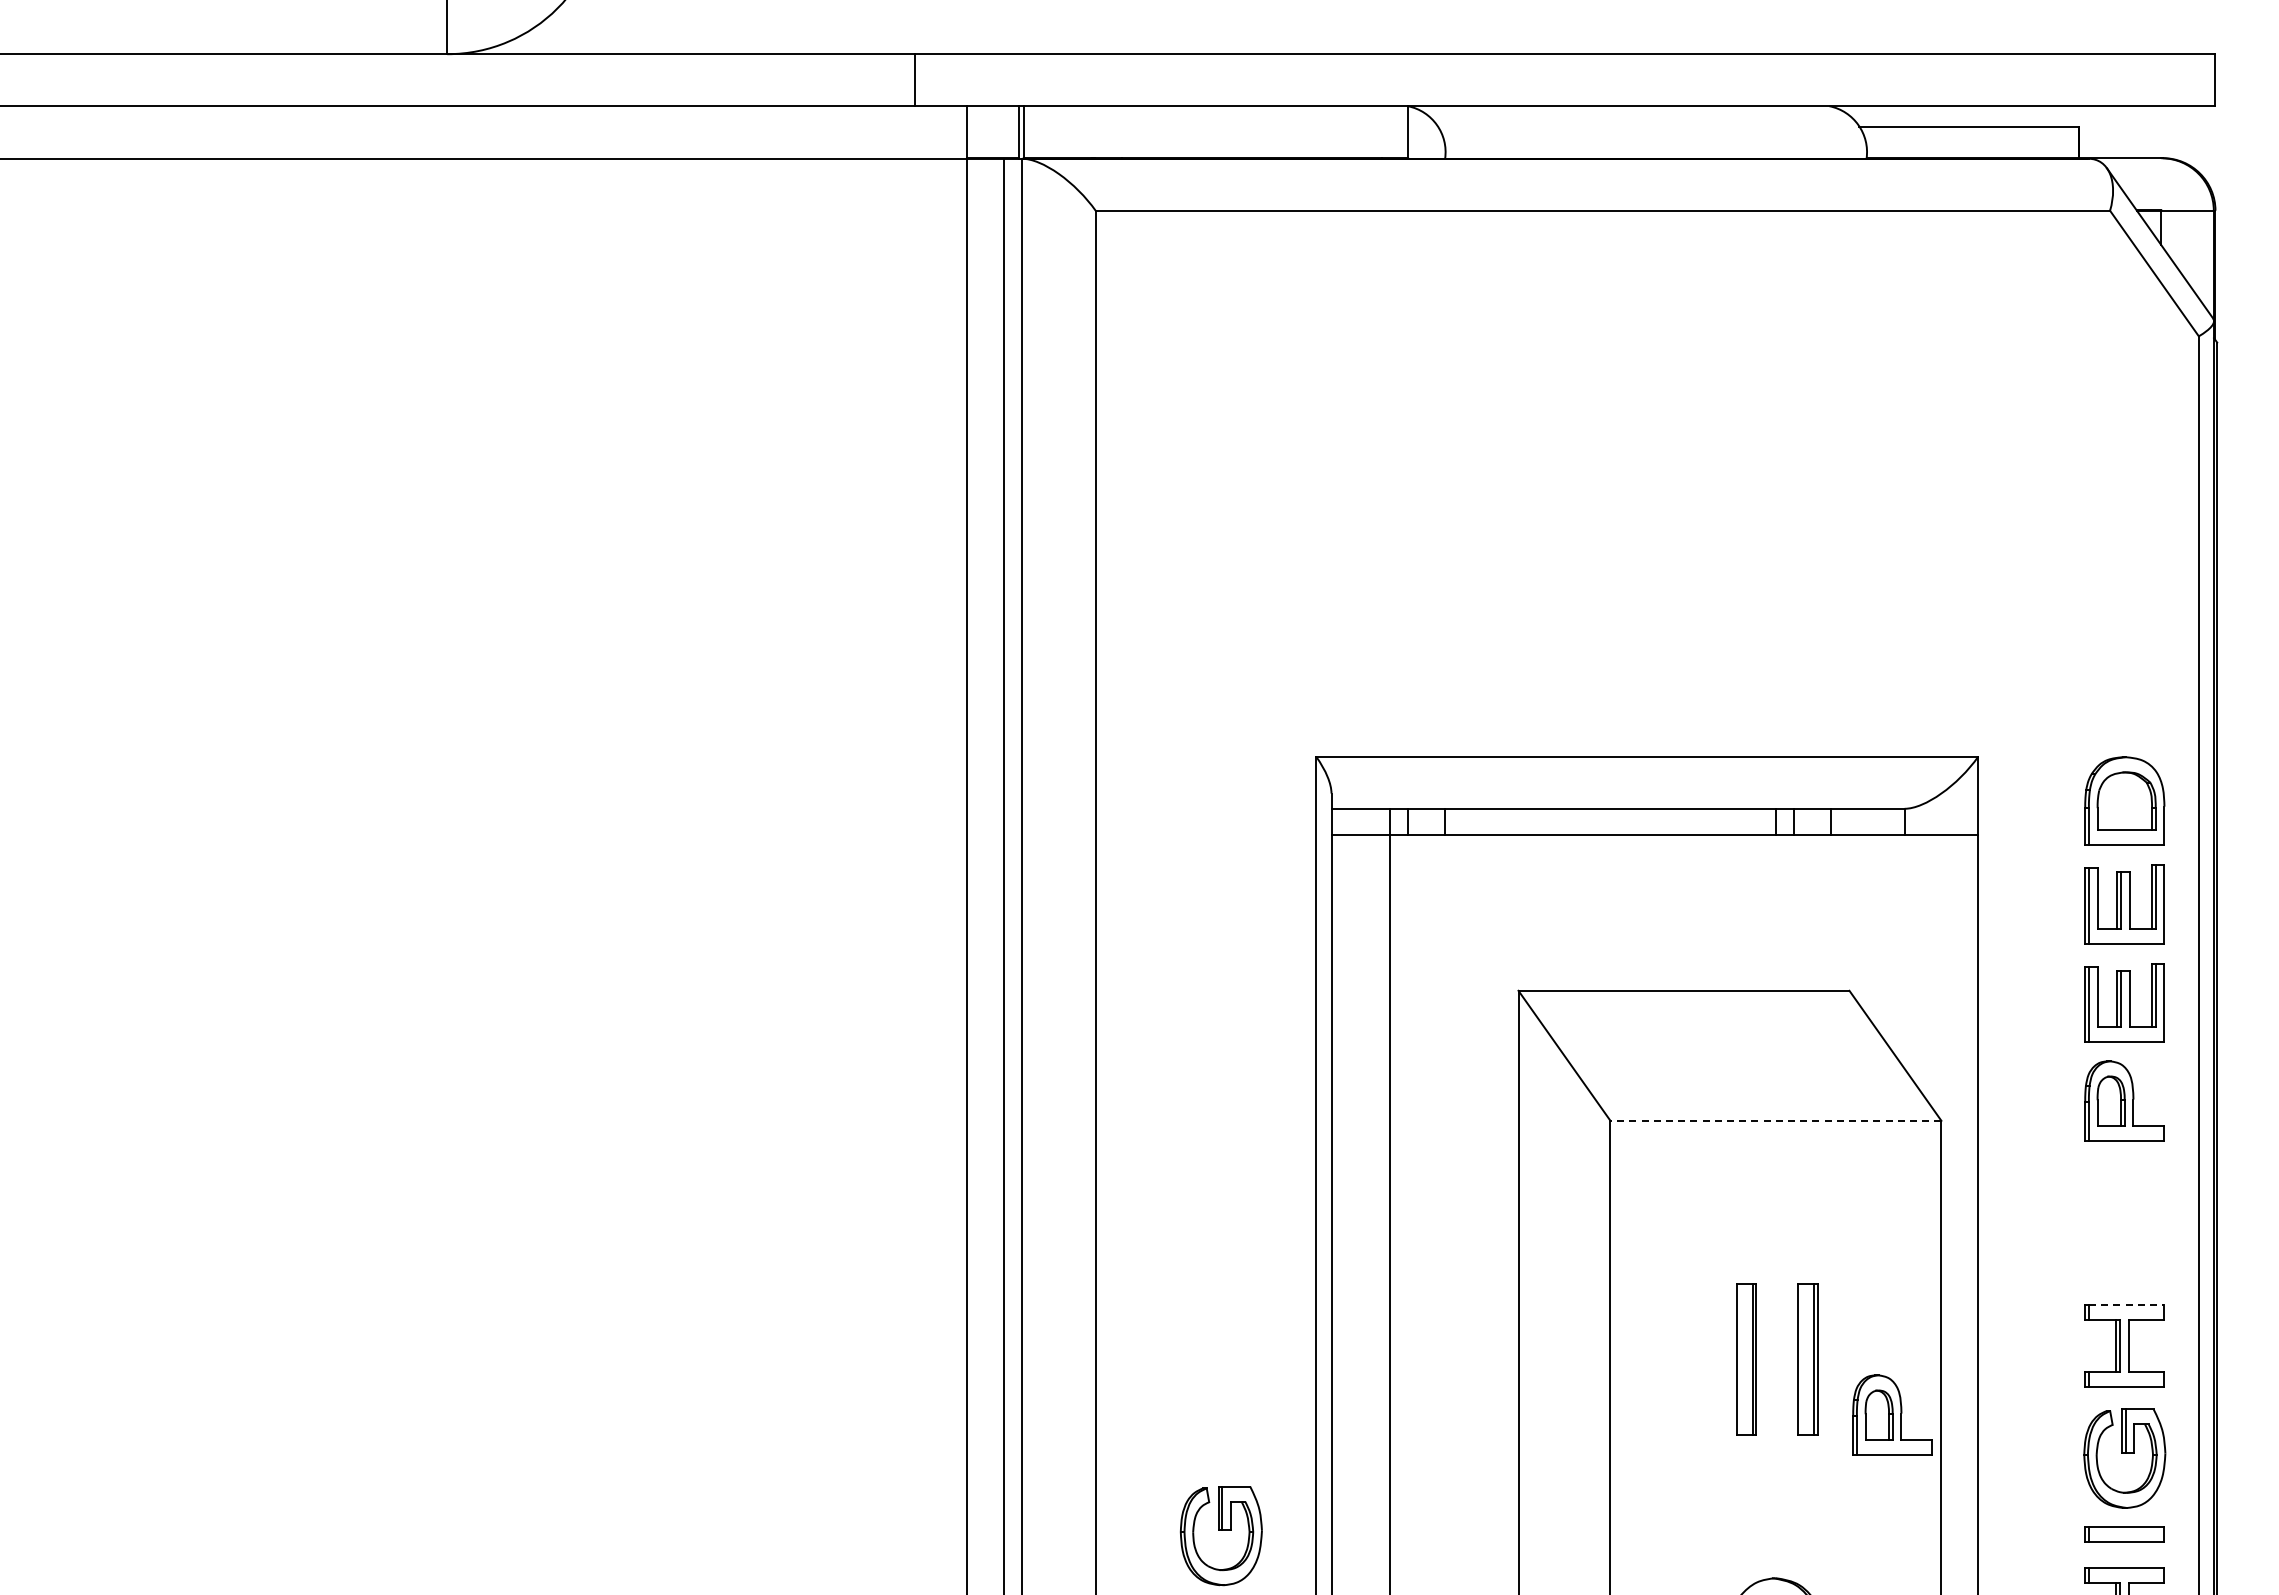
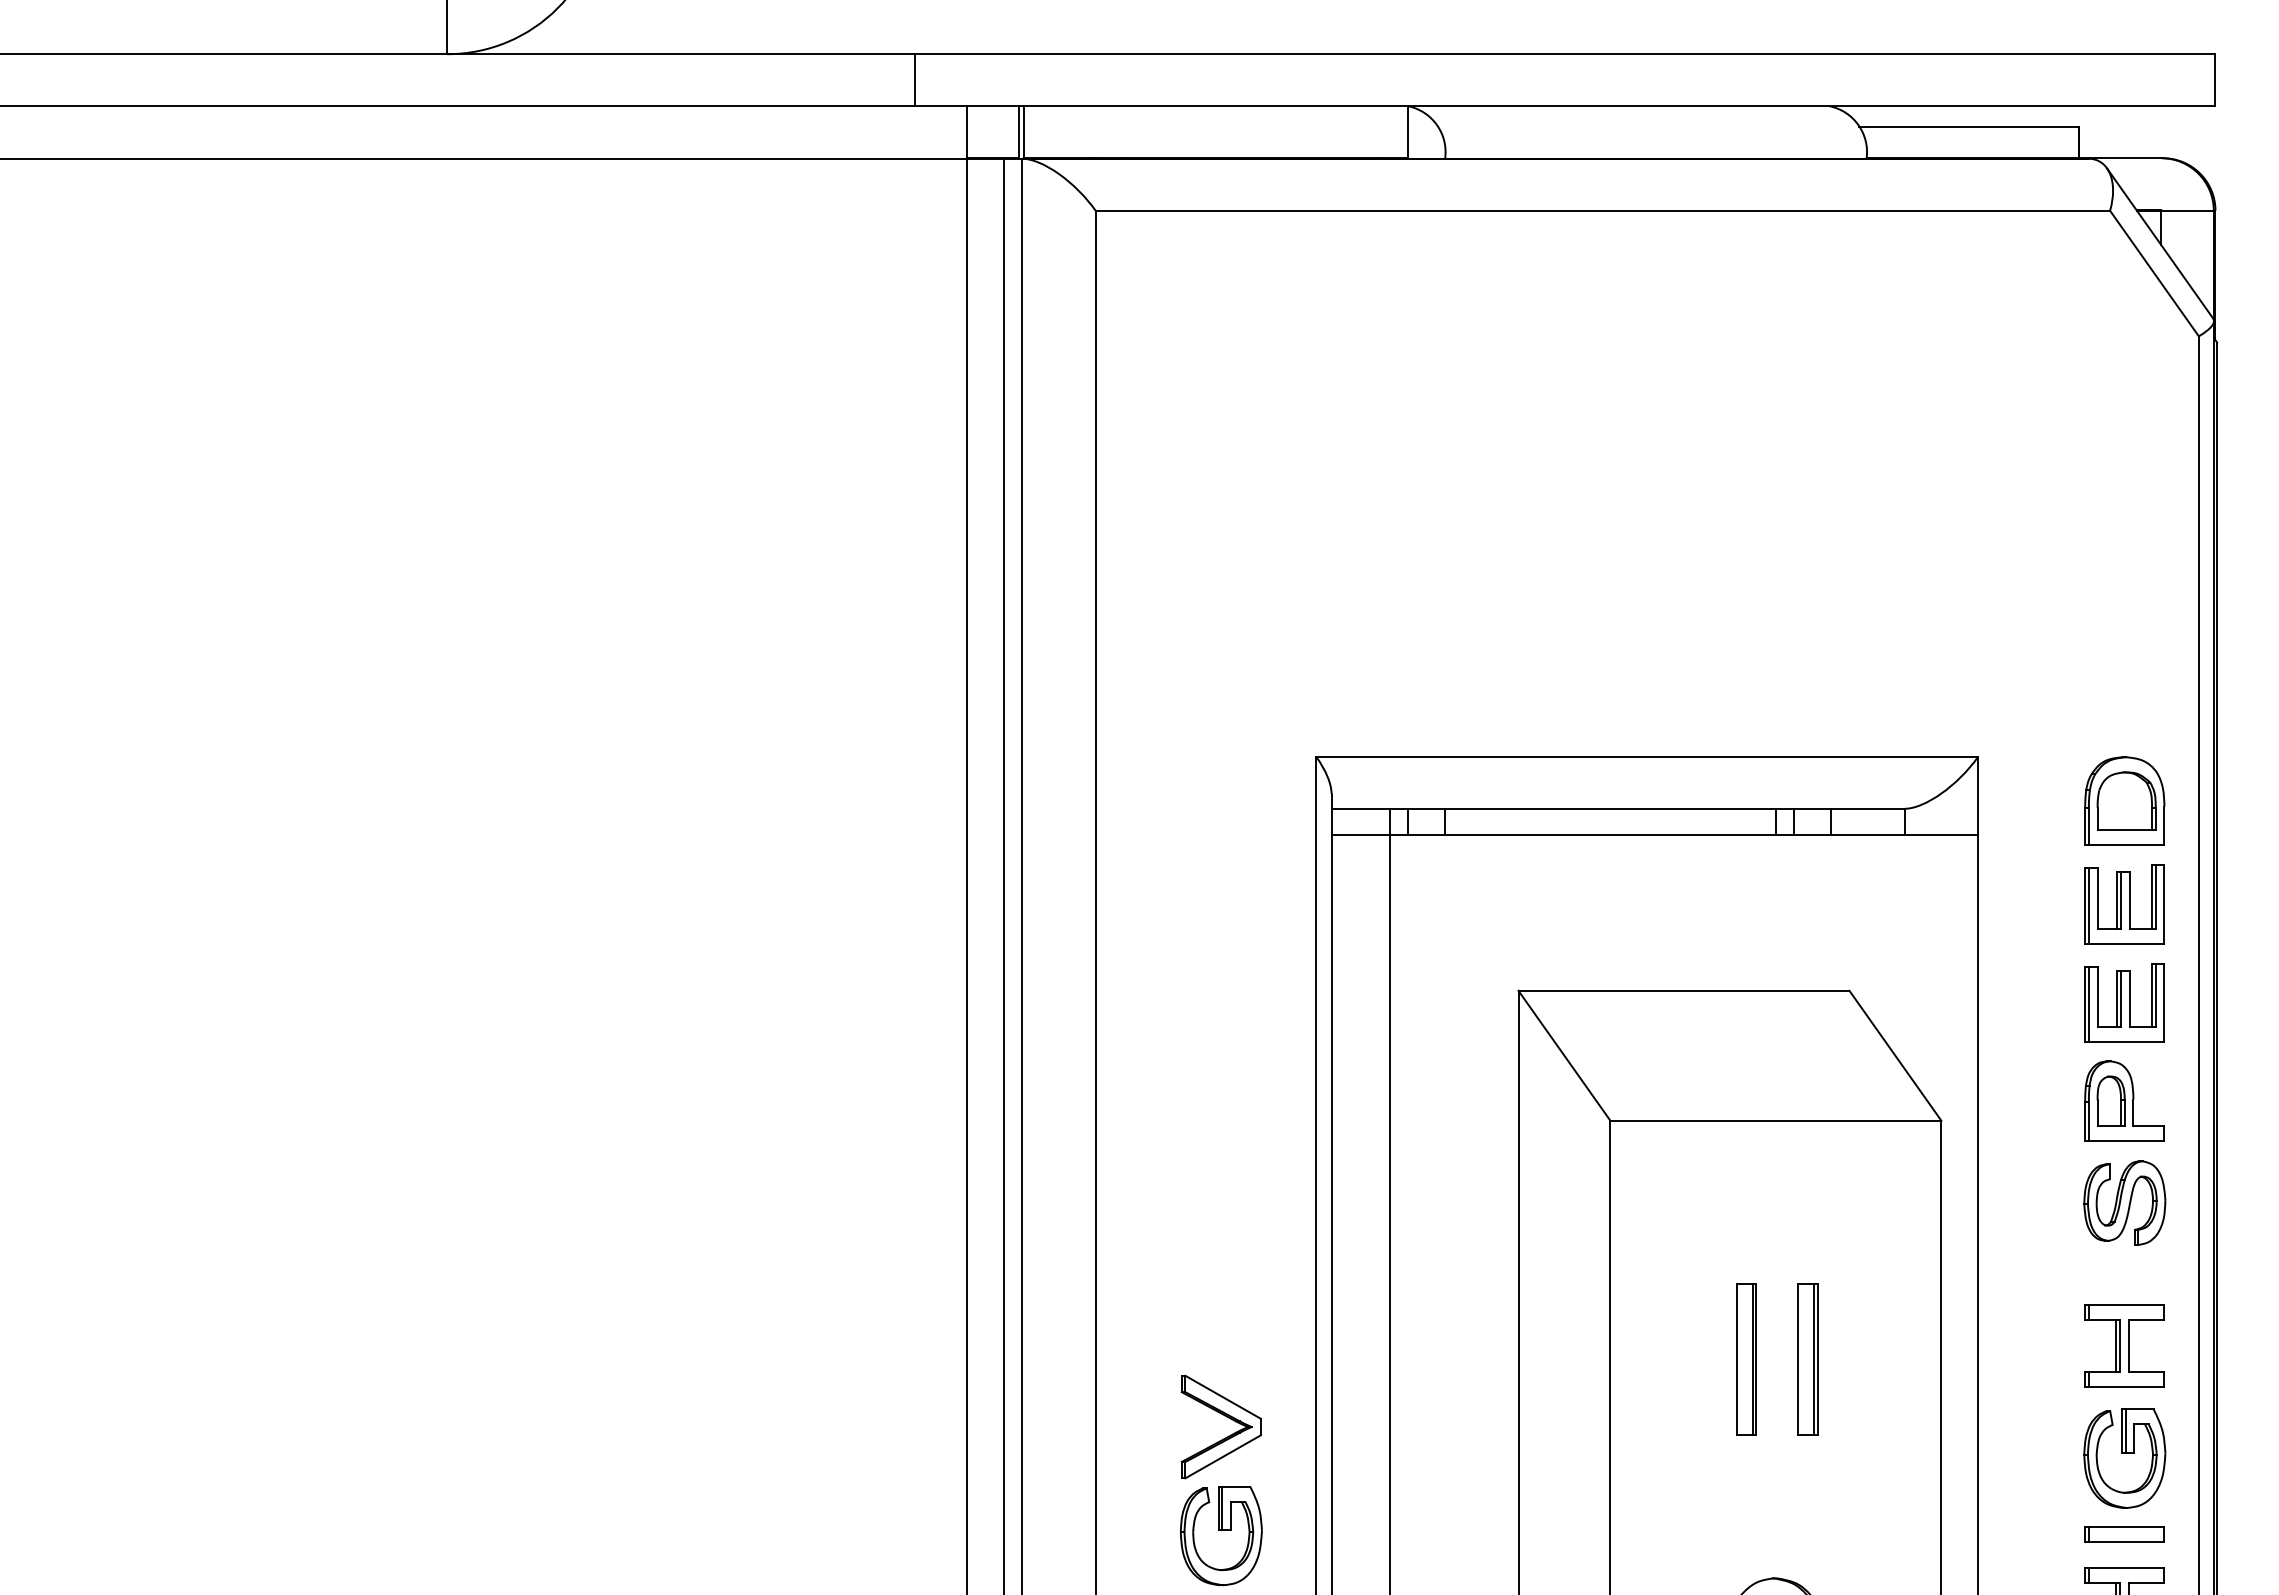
line at (1775, 1120): dashed -> solid
part at (2124, 1202): none -> present
line at (2126, 1305): dashed -> solid
part at (1892, 1414): present -> none
part at (1224, 1416): none -> present
